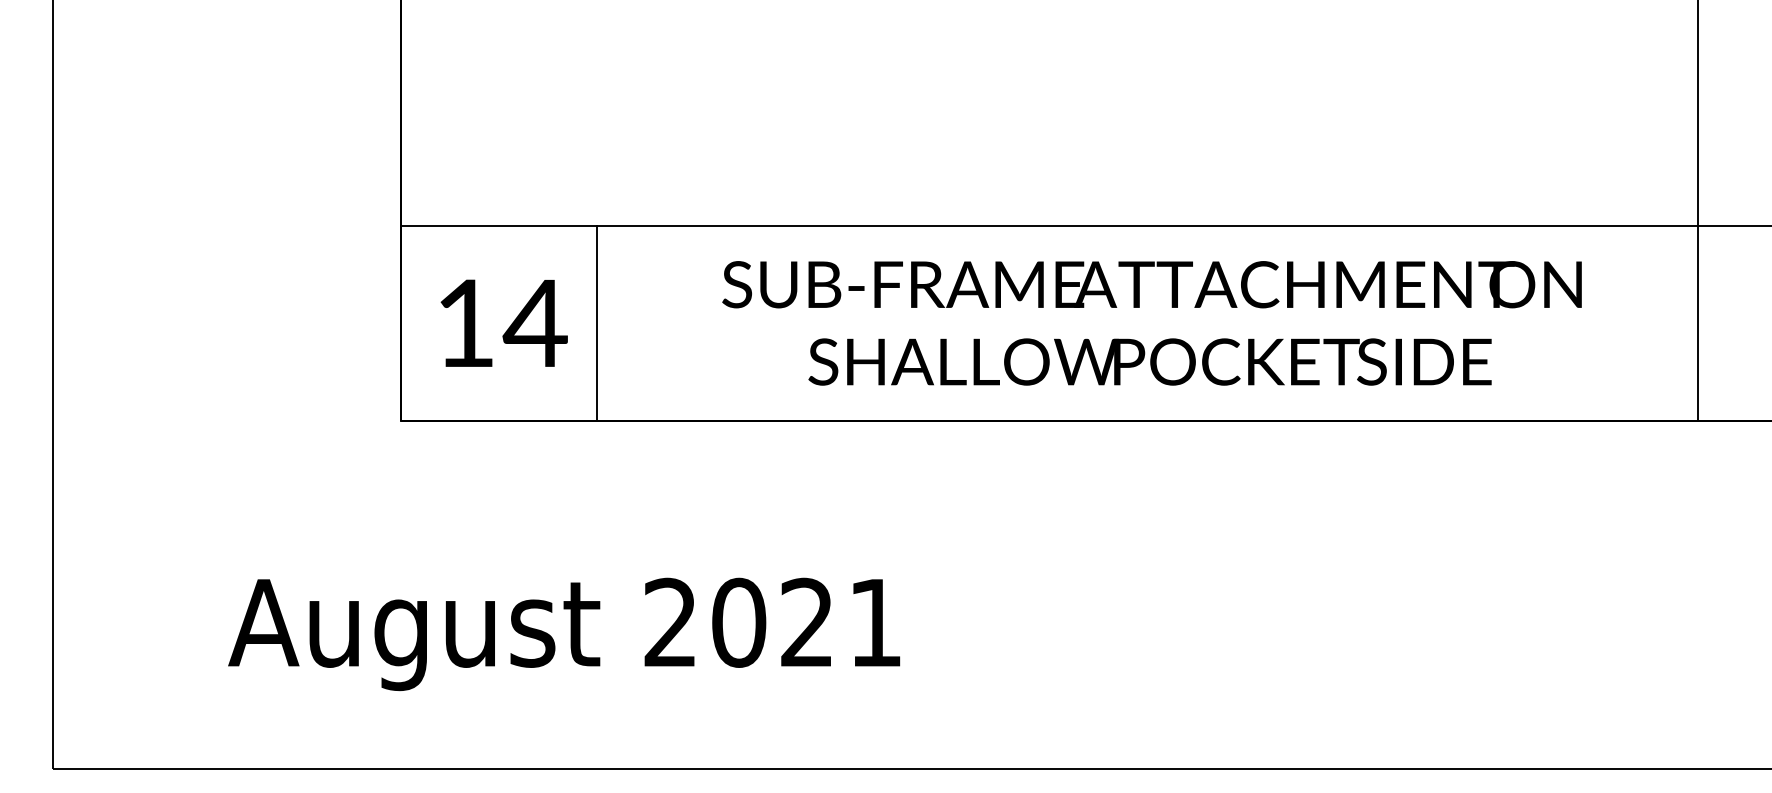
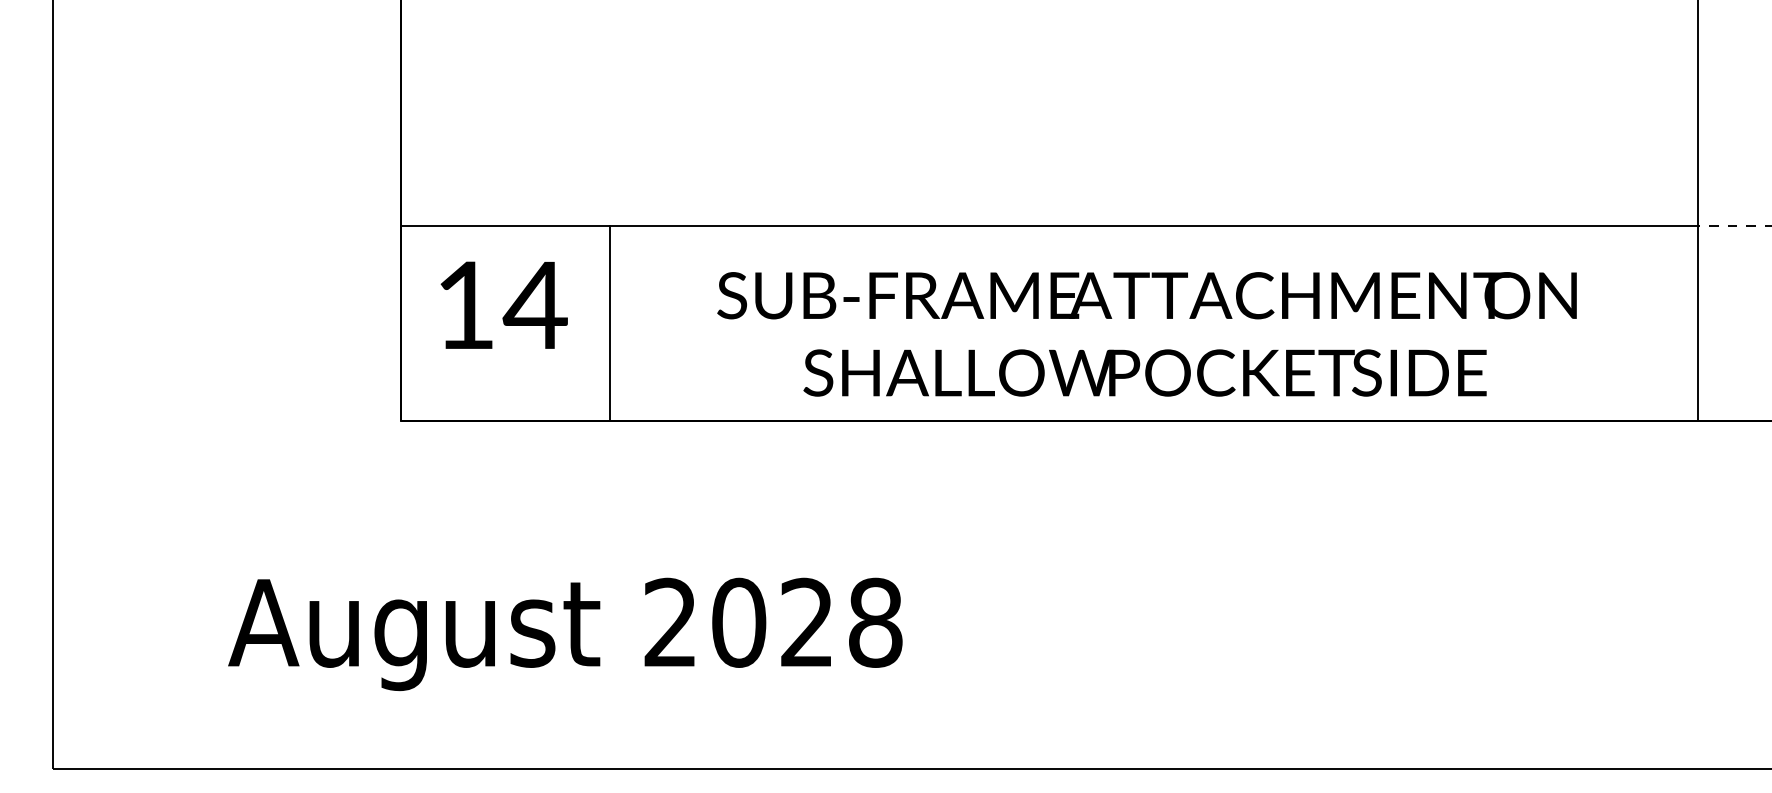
line at (1734, 225): solid -> dashed
text at (503, 322) position: (503, 322) -> (503, 304)
line at (596, 323) position: (596, 323) -> (609, 323)
text at (1151, 323) position: (1151, 323) -> (1146, 334)
text at (875, 622): 2021 -> 2028
